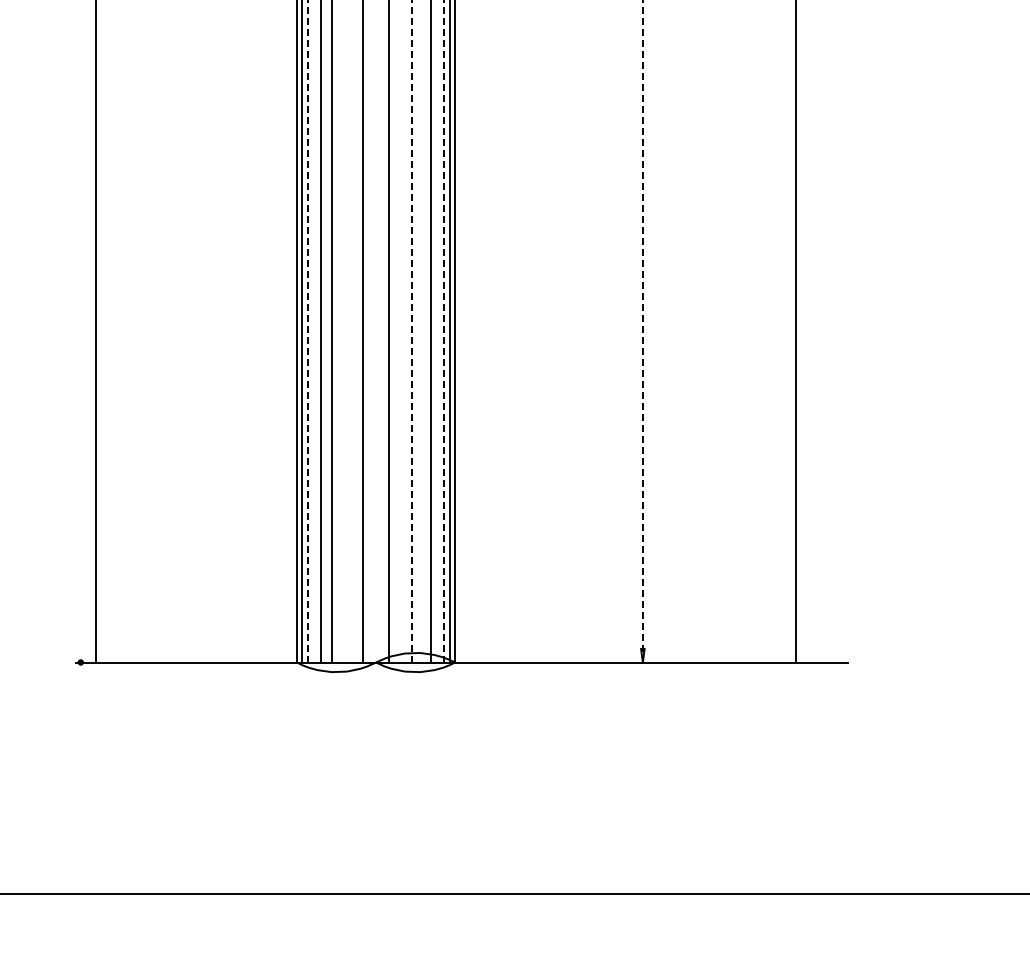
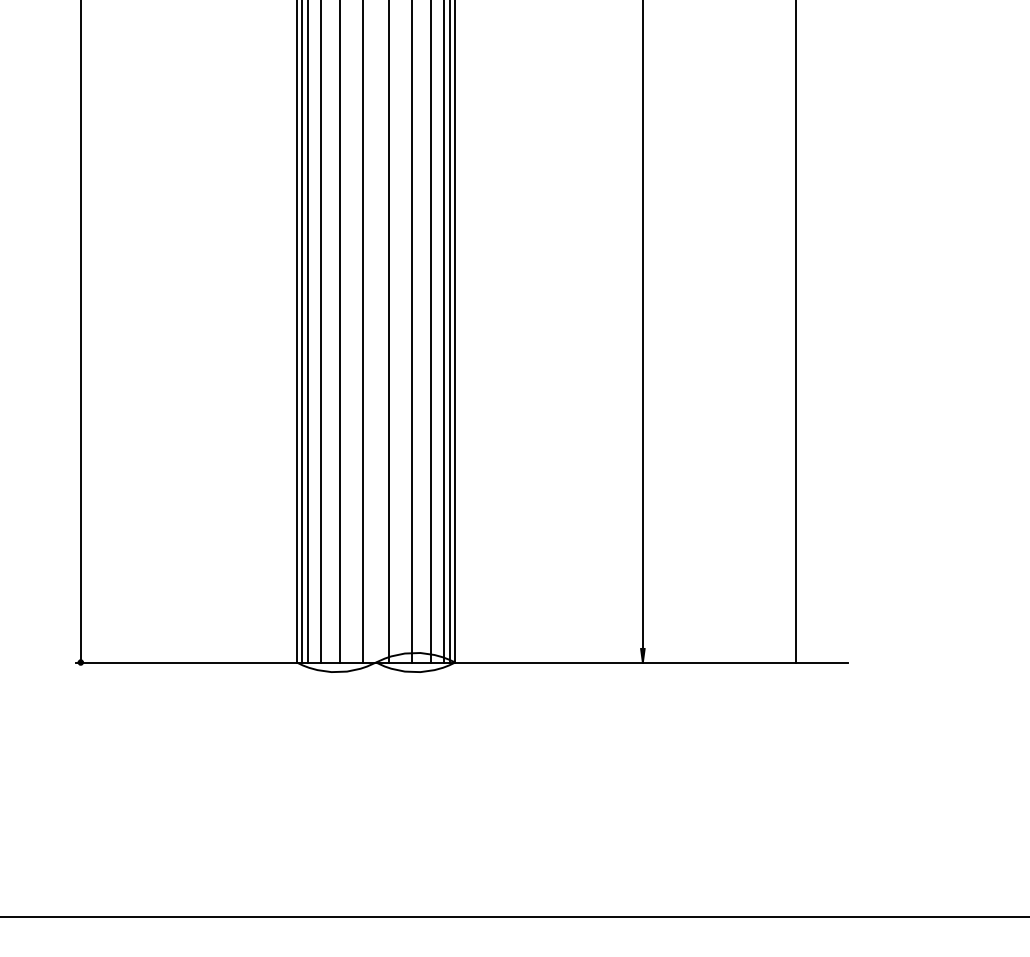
line at (307, 330): dashed -> solid
line at (412, 330): dashed -> solid
line at (443, 331): dashed -> solid
line at (642, 331): dashed -> solid
line at (95, 332) position: (95, 332) -> (80, 332)
line at (331, 332) position: (331, 332) -> (339, 332)
line at (514, 894) position: (514, 894) -> (514, 917)
